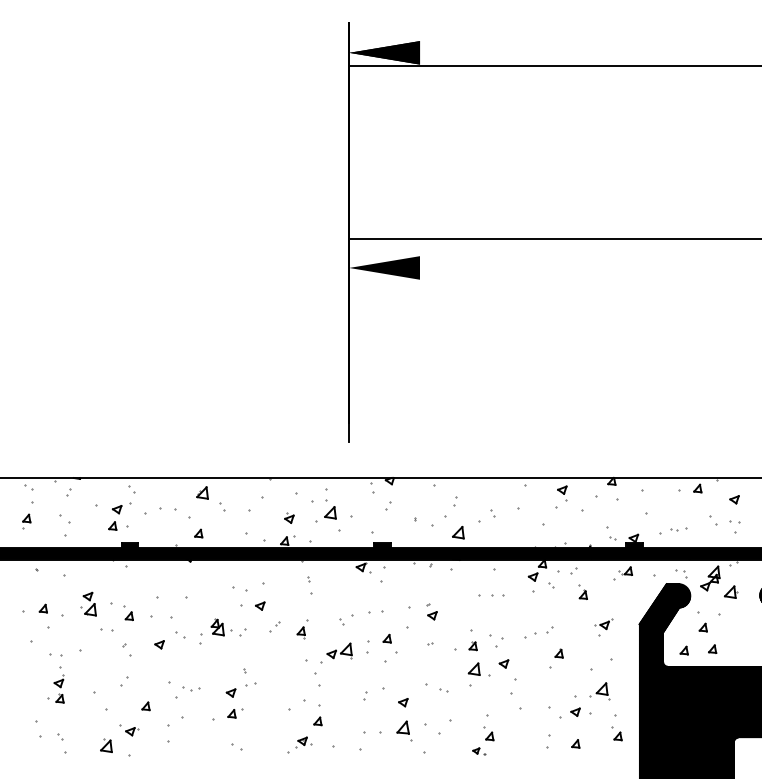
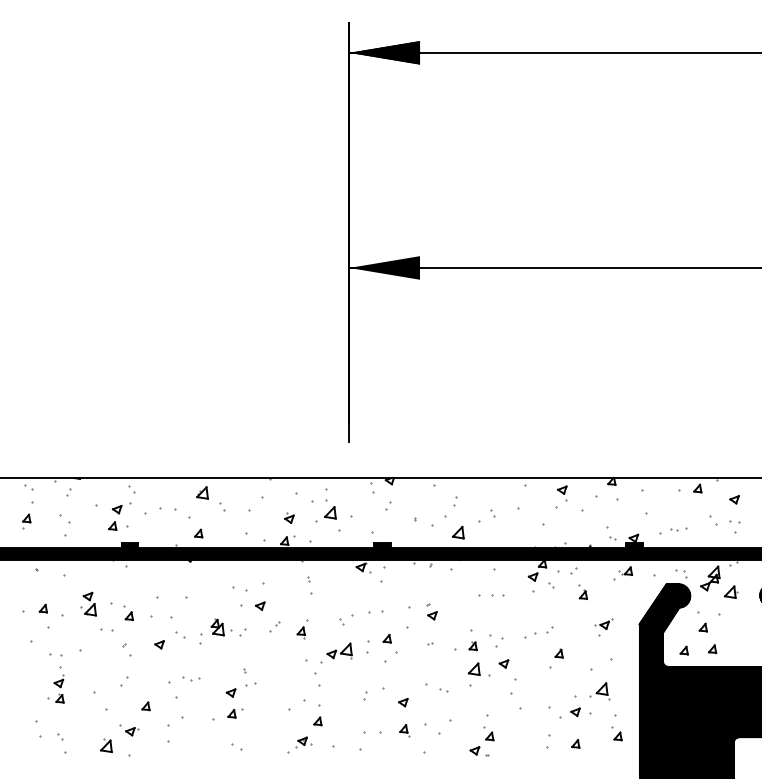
line at (553, 65) position: (553, 65) -> (553, 52)
line at (553, 238) position: (553, 238) -> (553, 267)
part at (191, 688) position: (191, 688) -> (191, 678)
part at (404, 730) size: 17x22 px -> 12x14 px
part at (479, 751) size: 15x9 px -> 21x11 px
